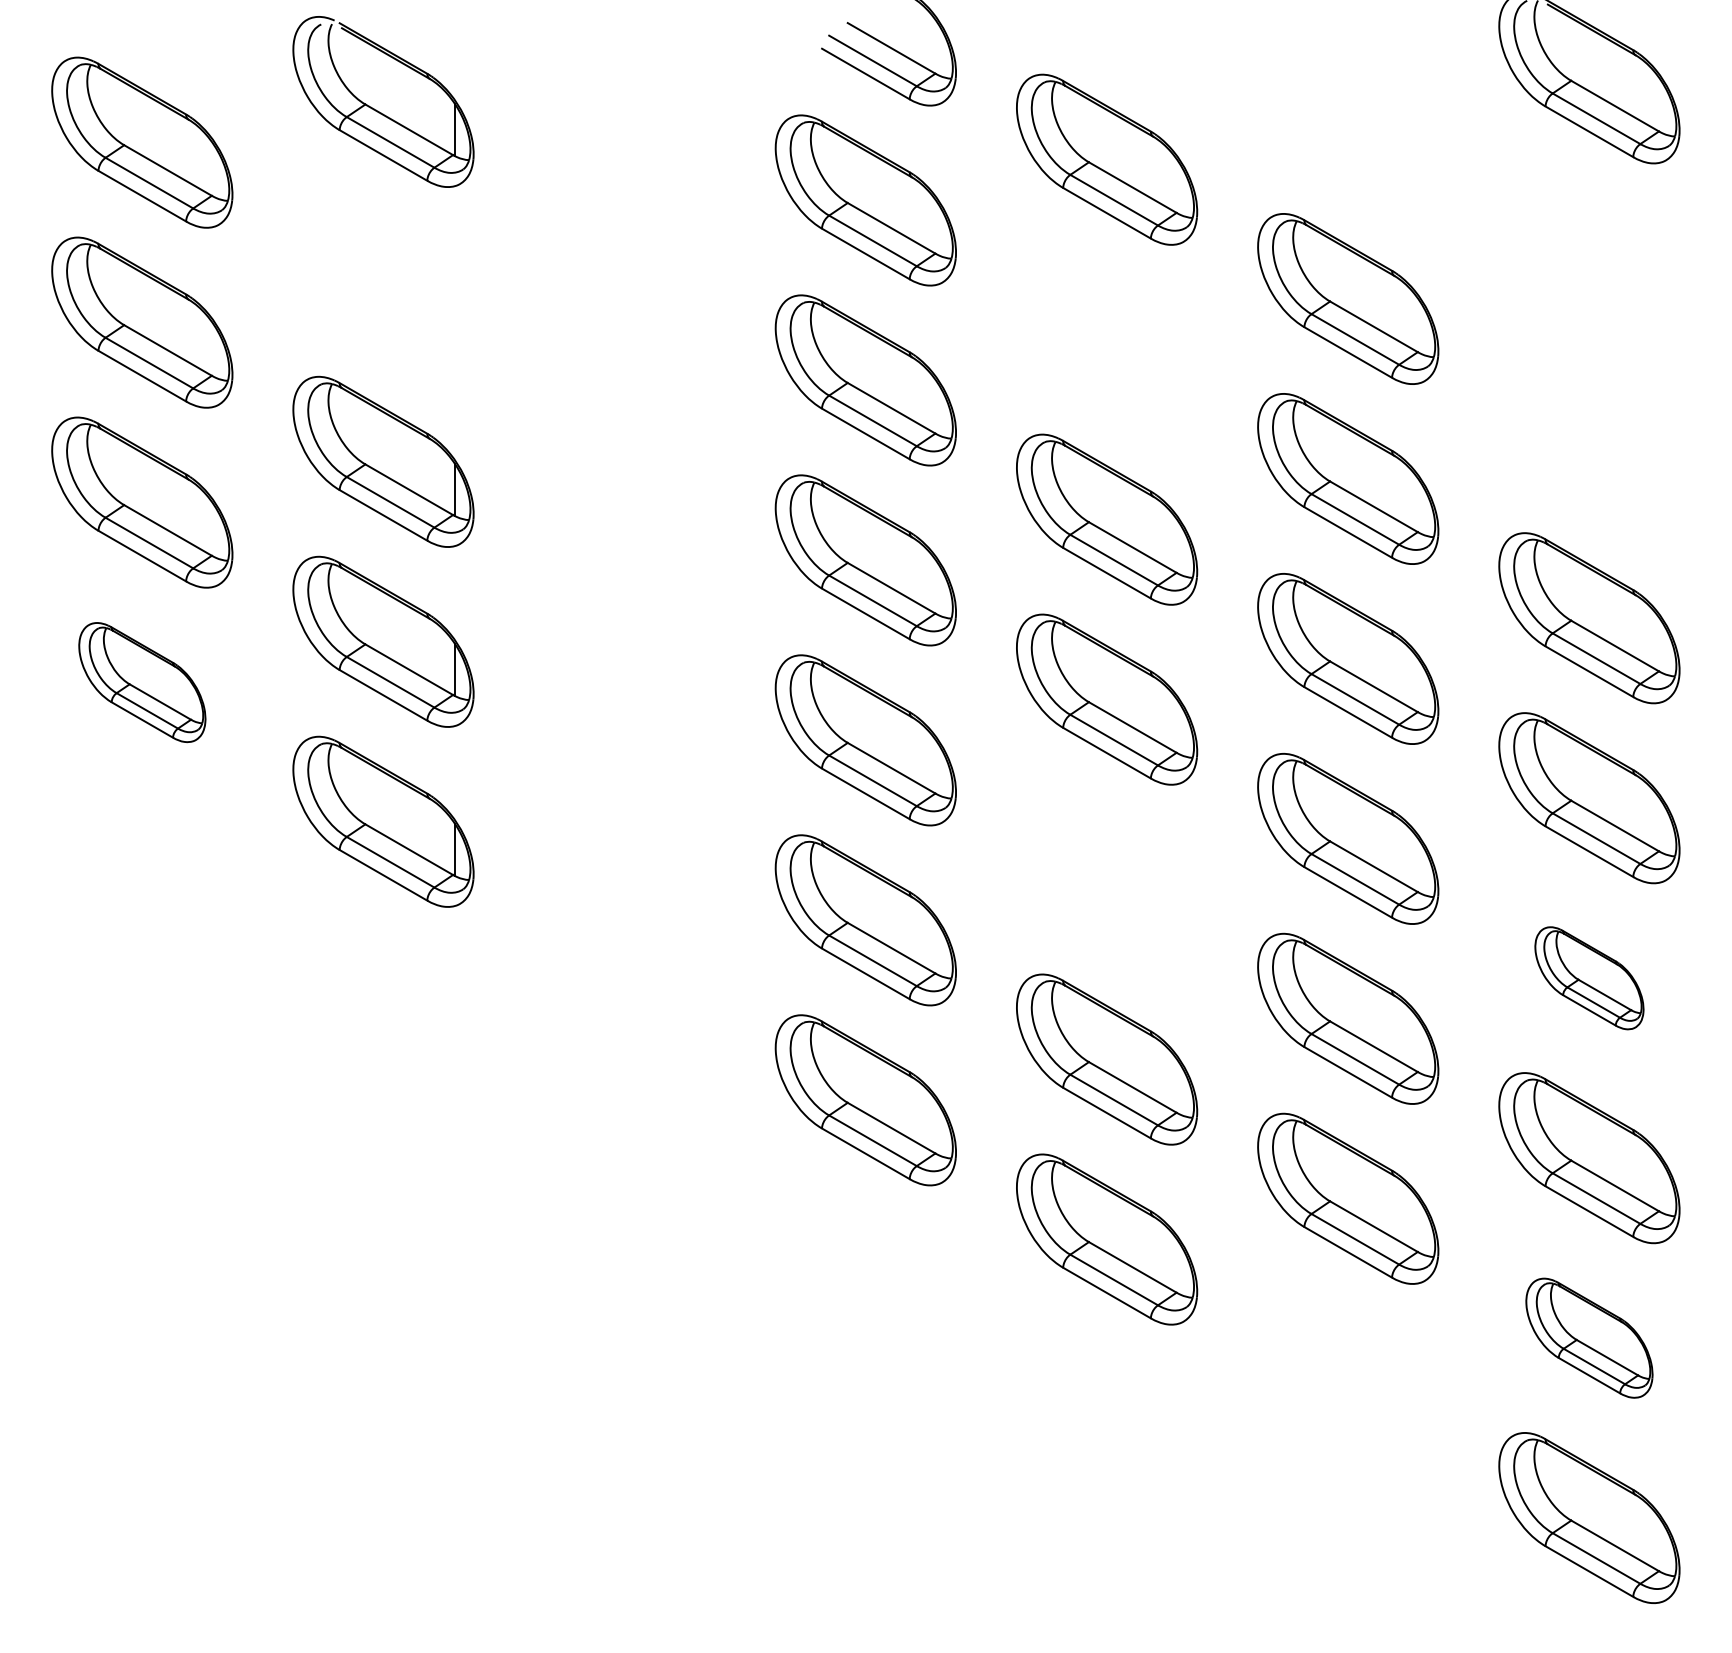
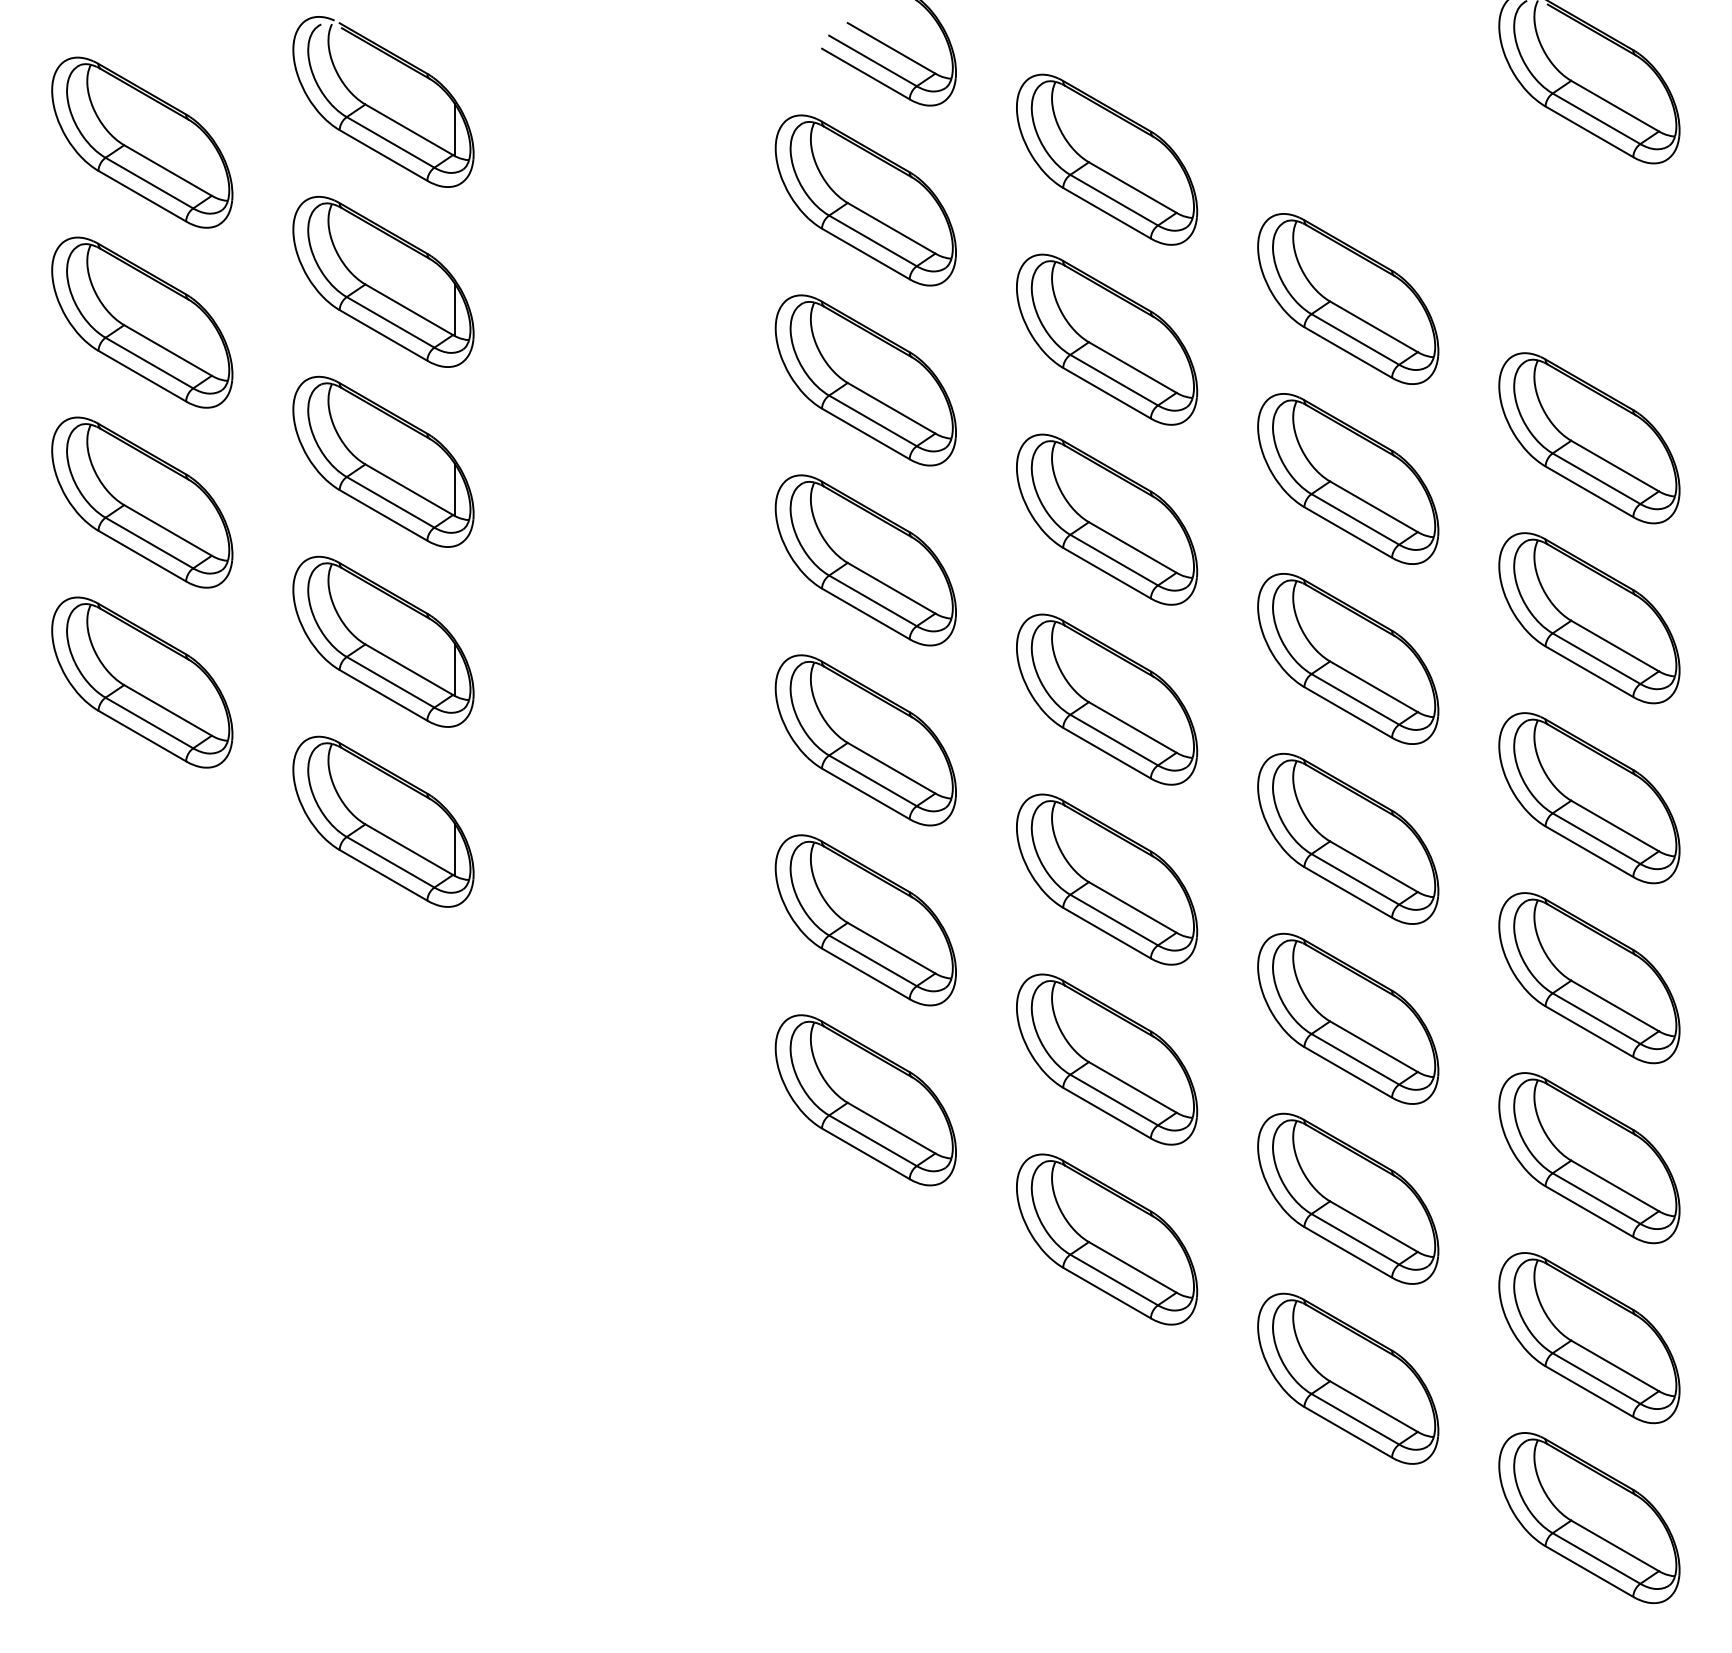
part at (383, 281): none -> present
part at (1107, 339): none -> present
part at (1589, 438): none -> present
part at (142, 682) size: 129x122 px -> 183x173 px
part at (1107, 879): none -> present
part at (1589, 978) size: 111x105 px -> 183x173 px
part at (1589, 1337) size: 129x122 px -> 183x173 px
part at (1348, 1378): none -> present
